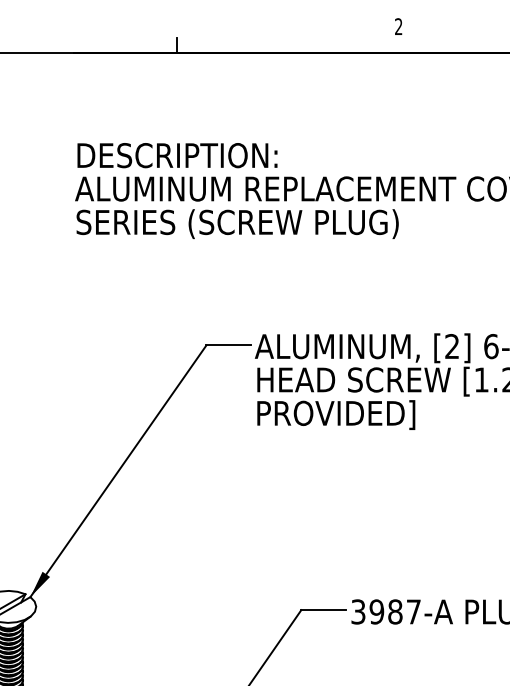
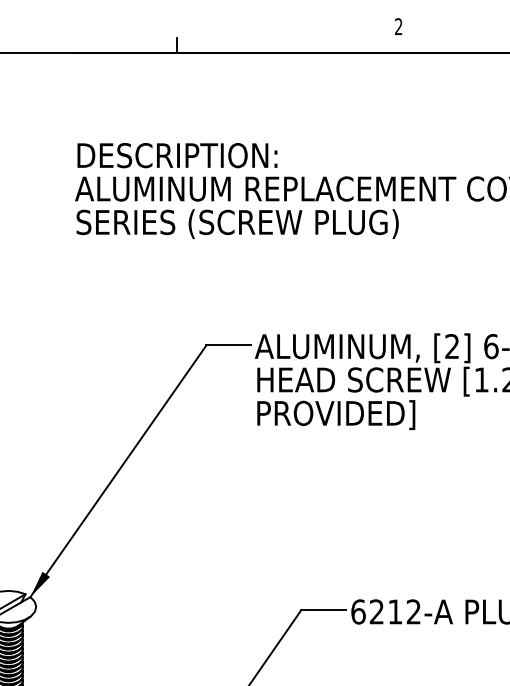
text at (385, 611): 3987-A -> 6212-A
